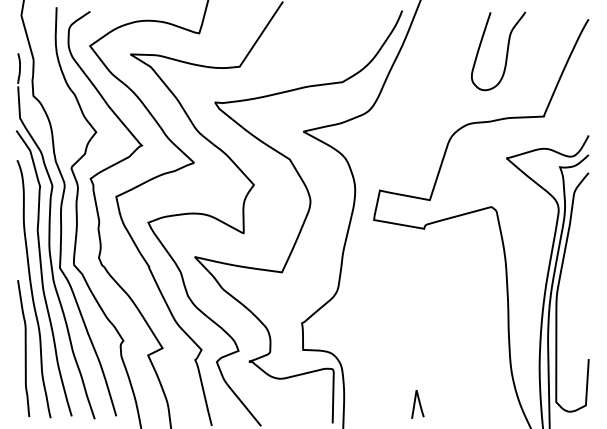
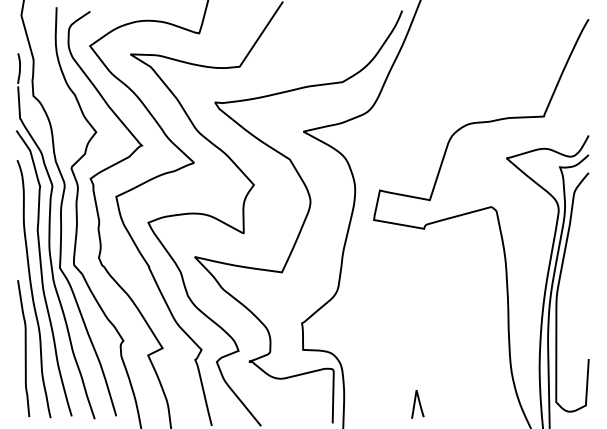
curve at (506, 51): present -> none
